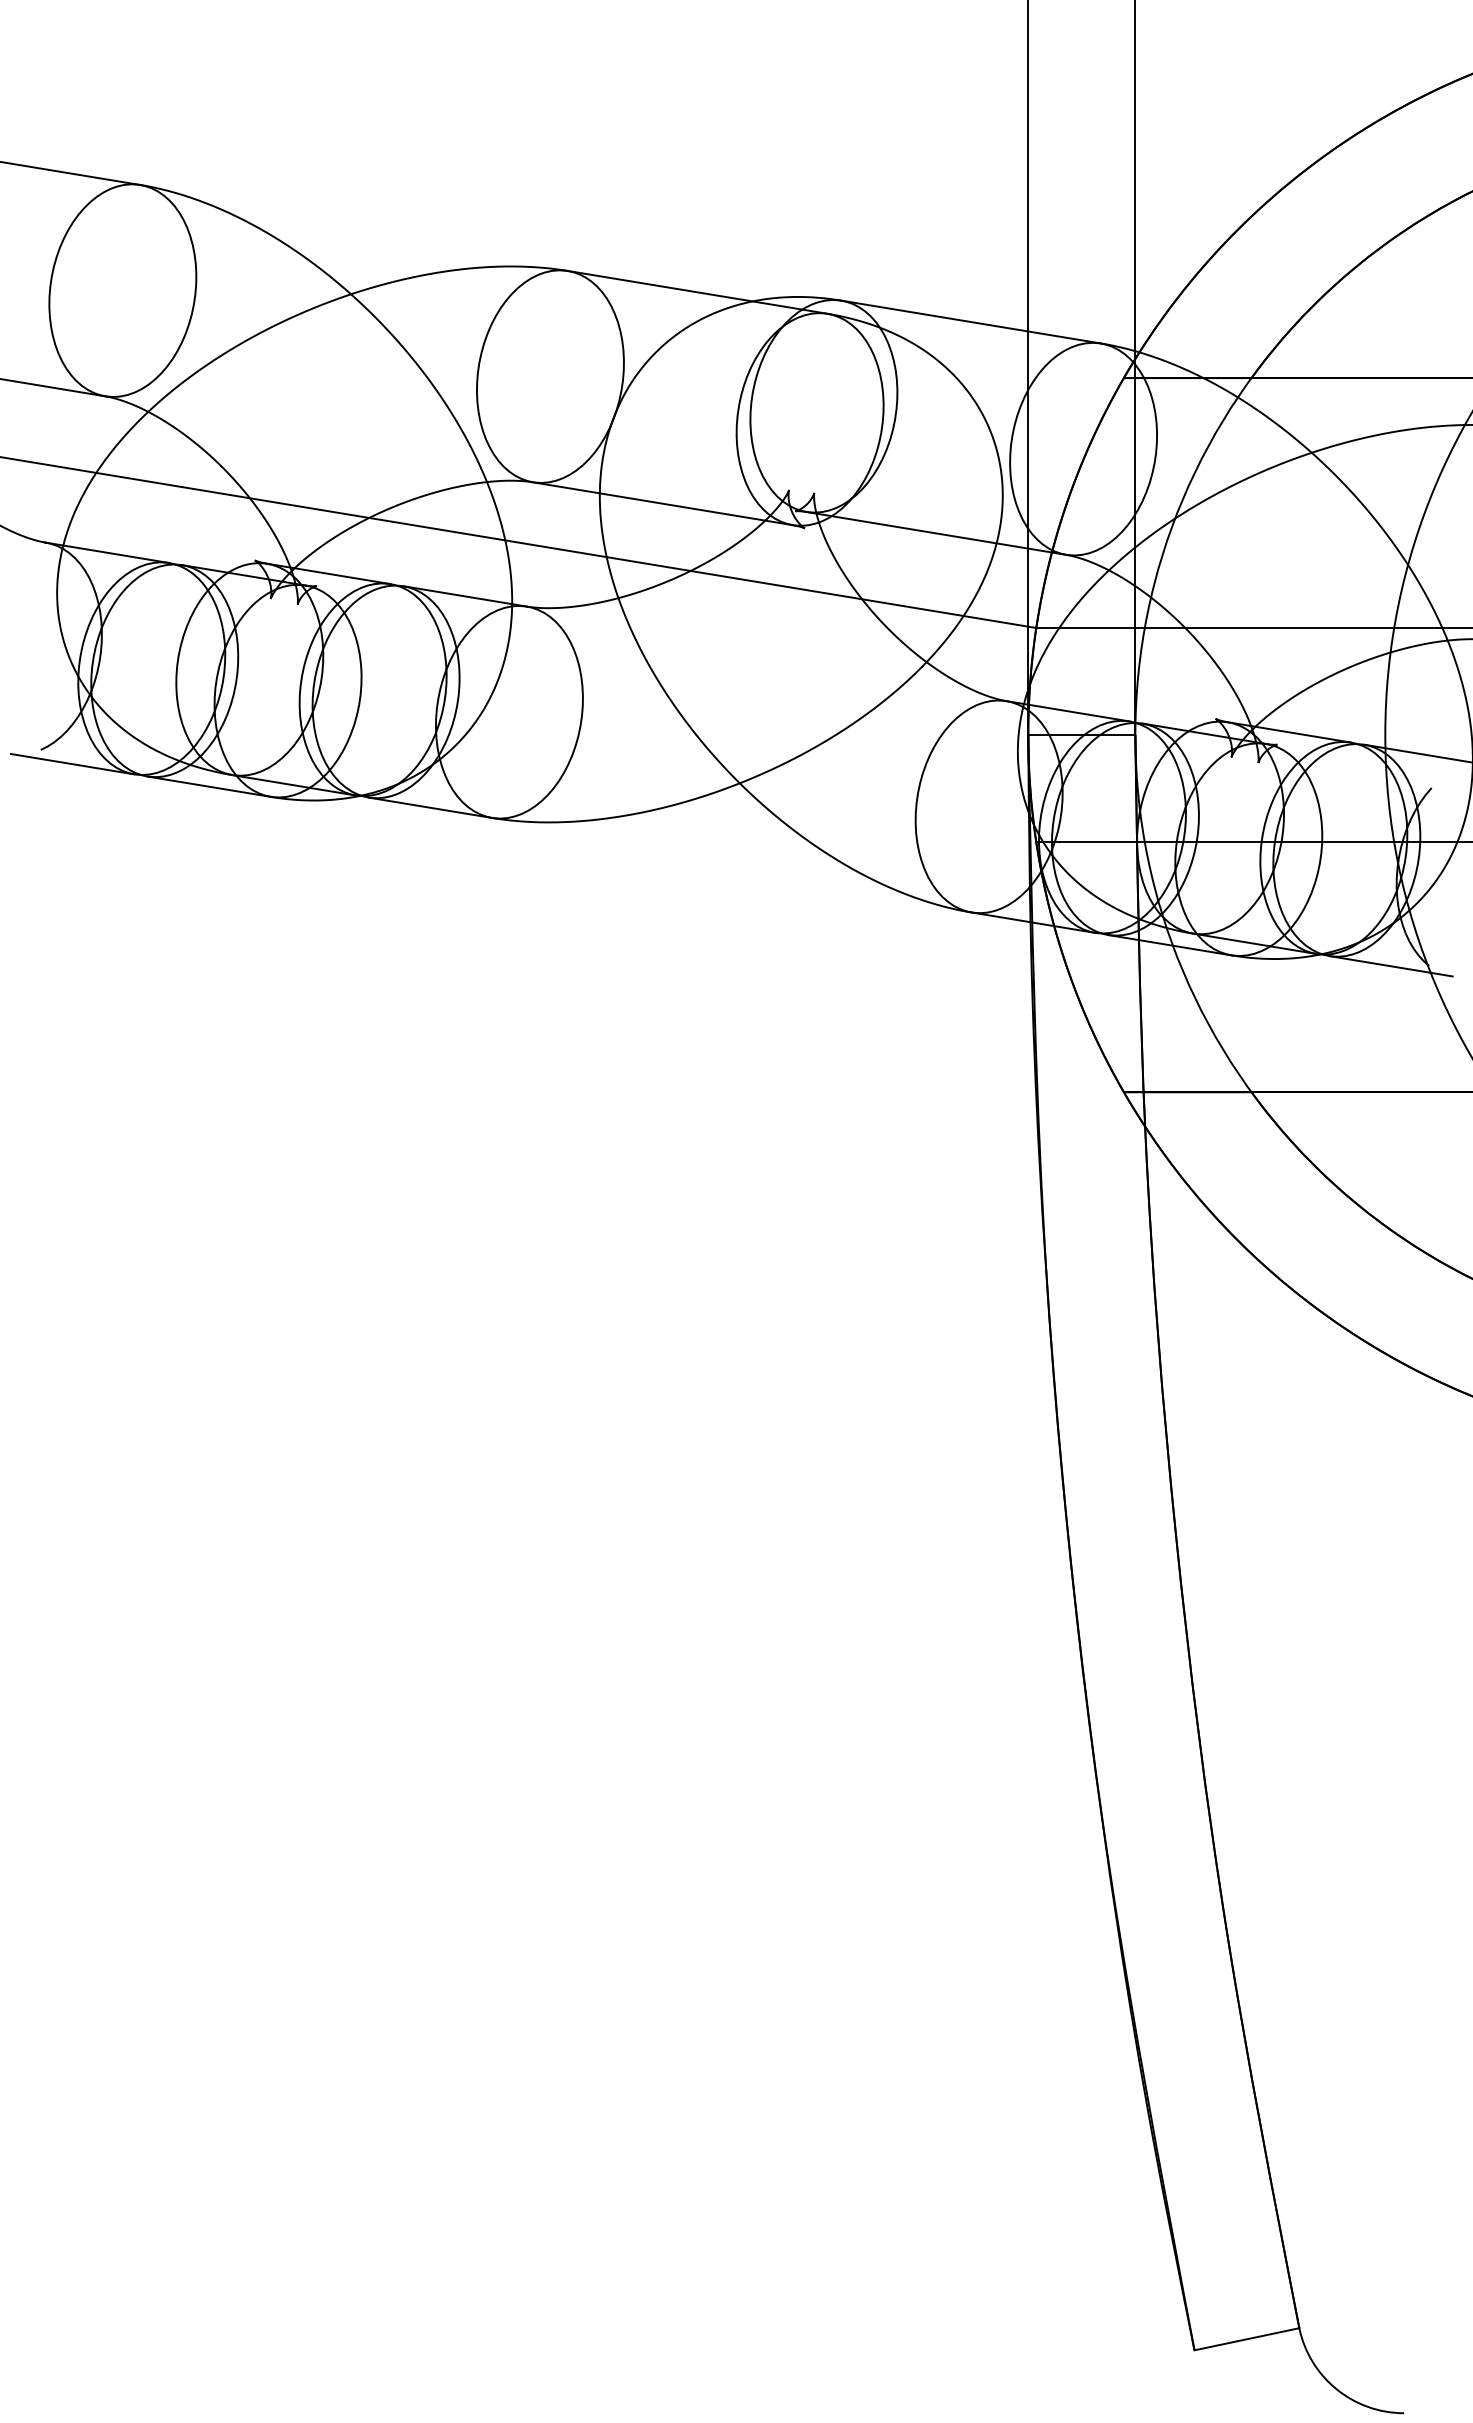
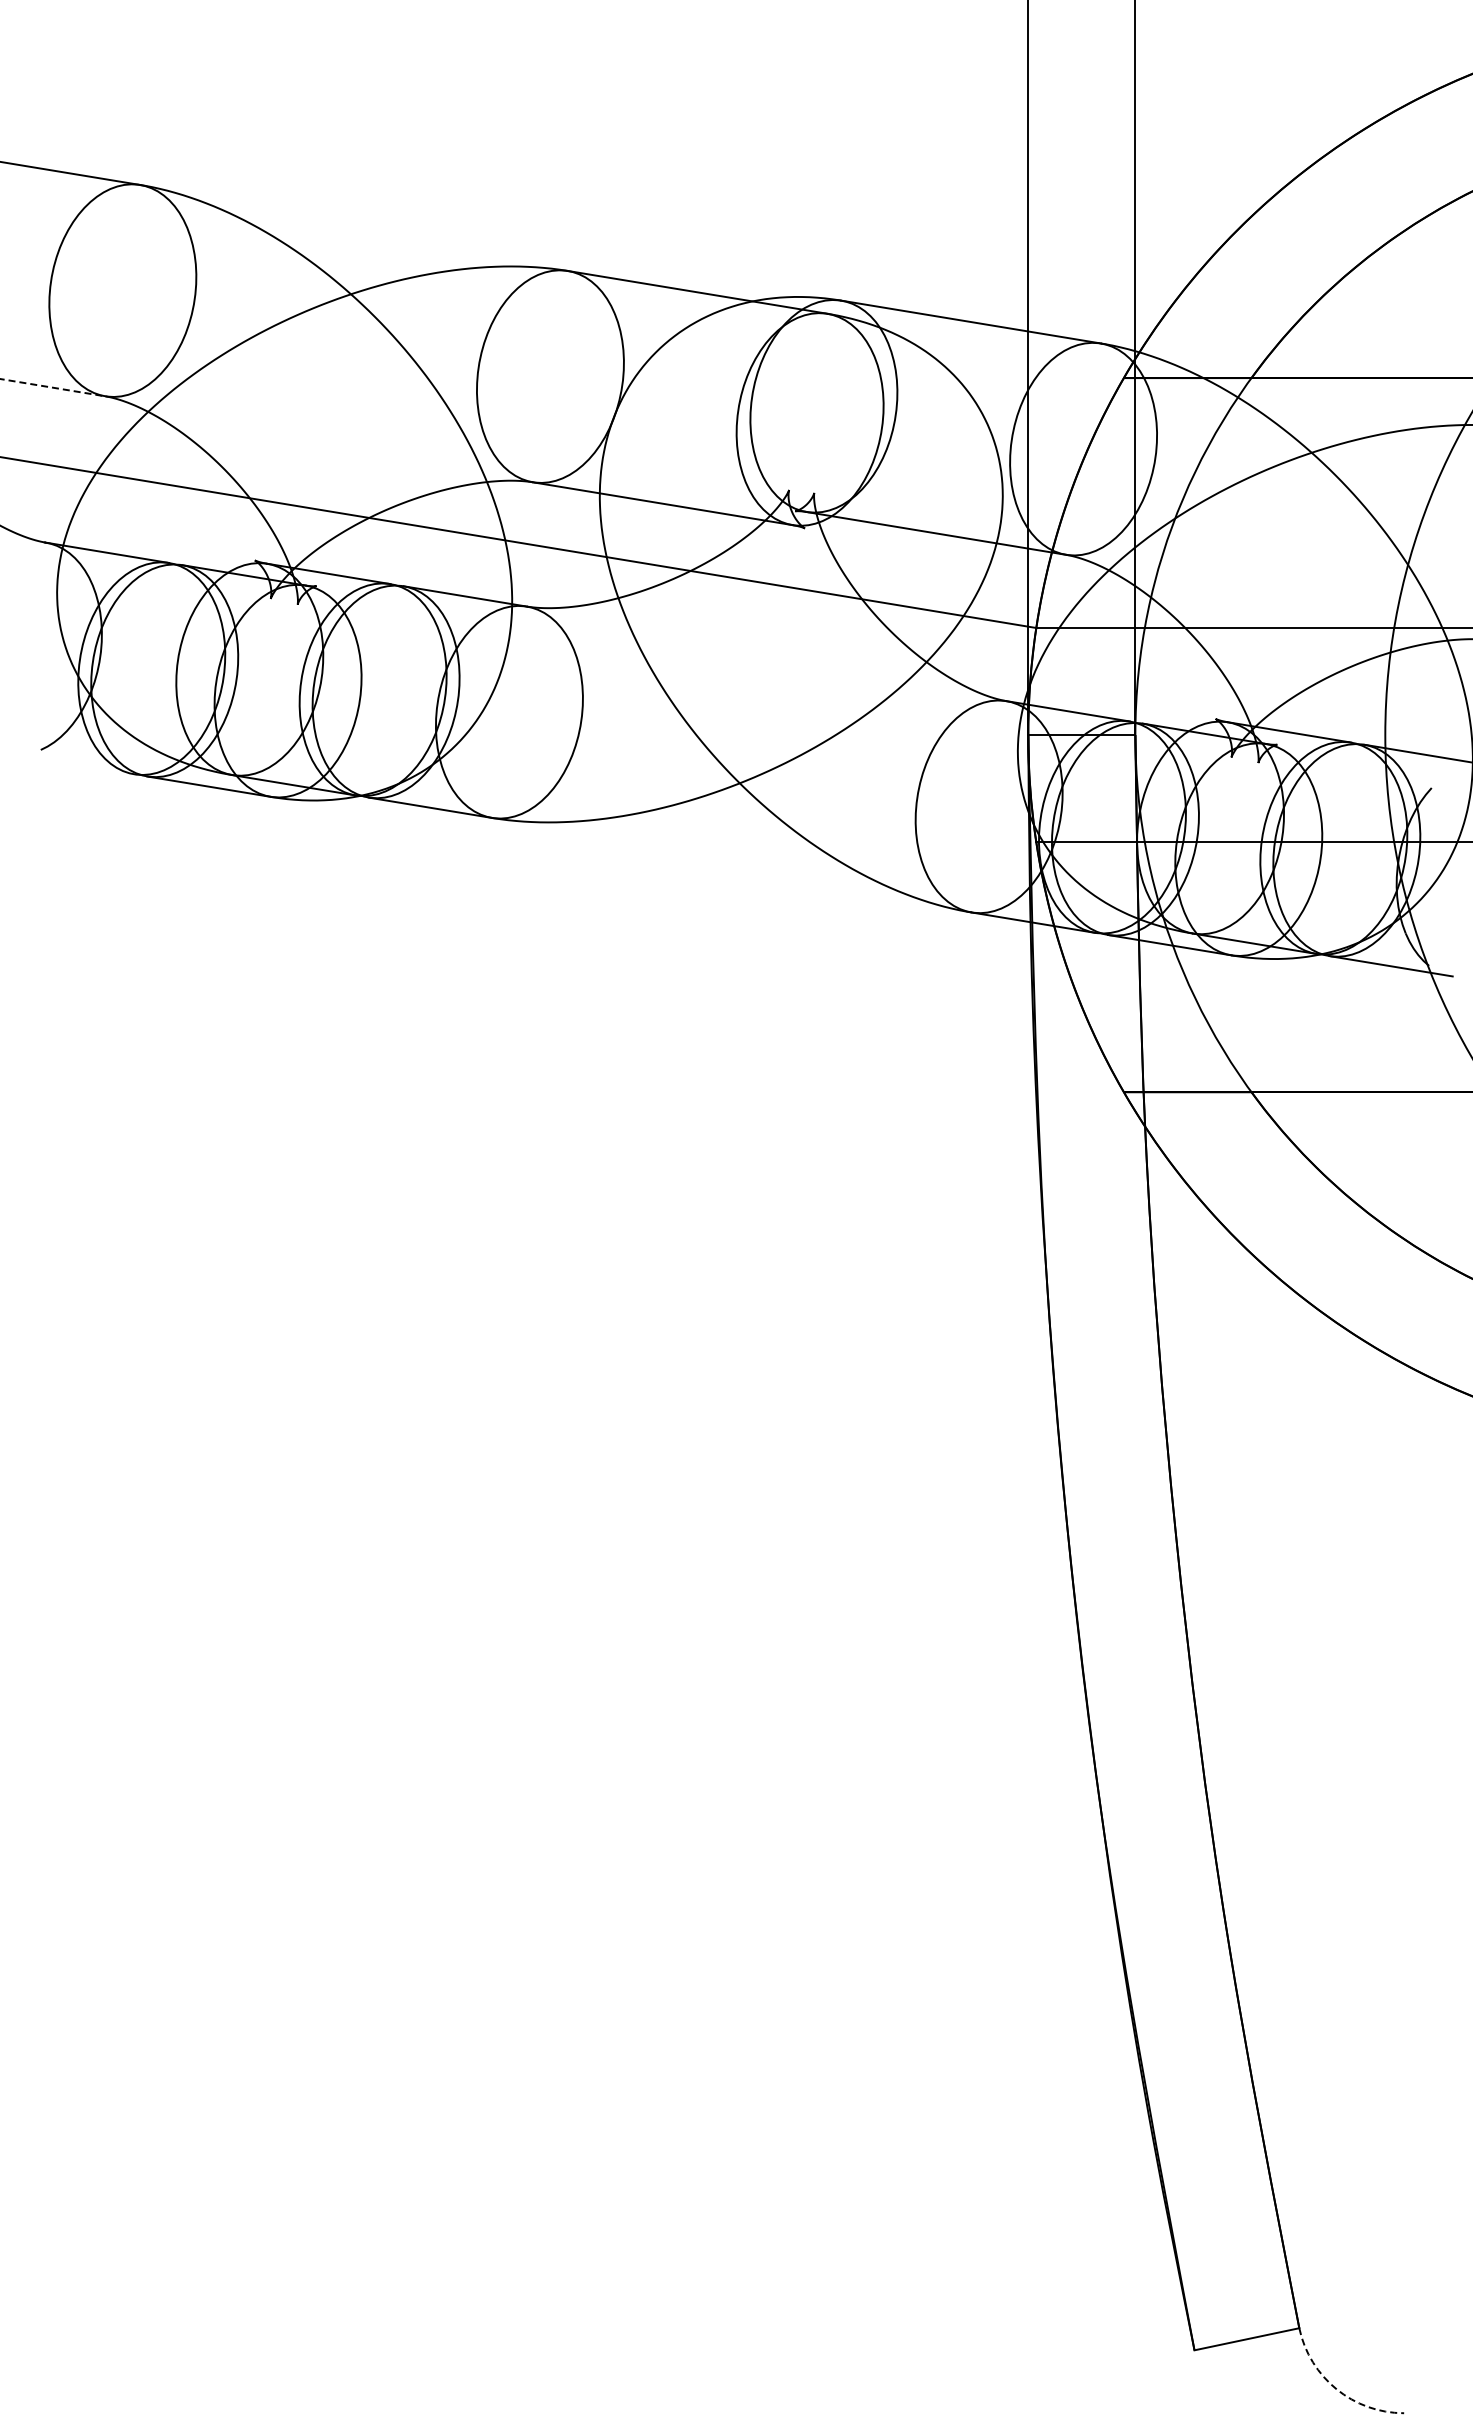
line at (53, 387): solid -> dashed
line at (72, 764): present -> none
arc at (1336, 2389): solid -> dashed
